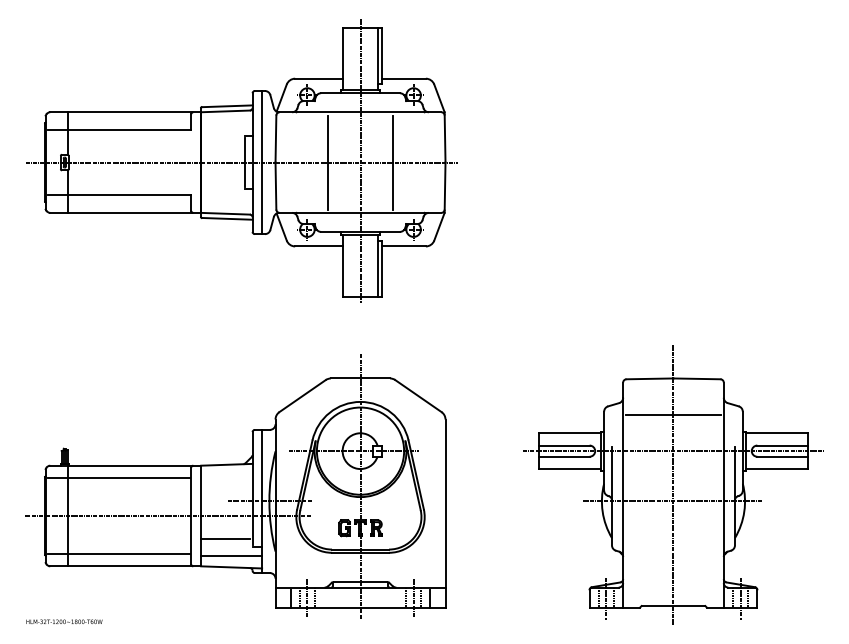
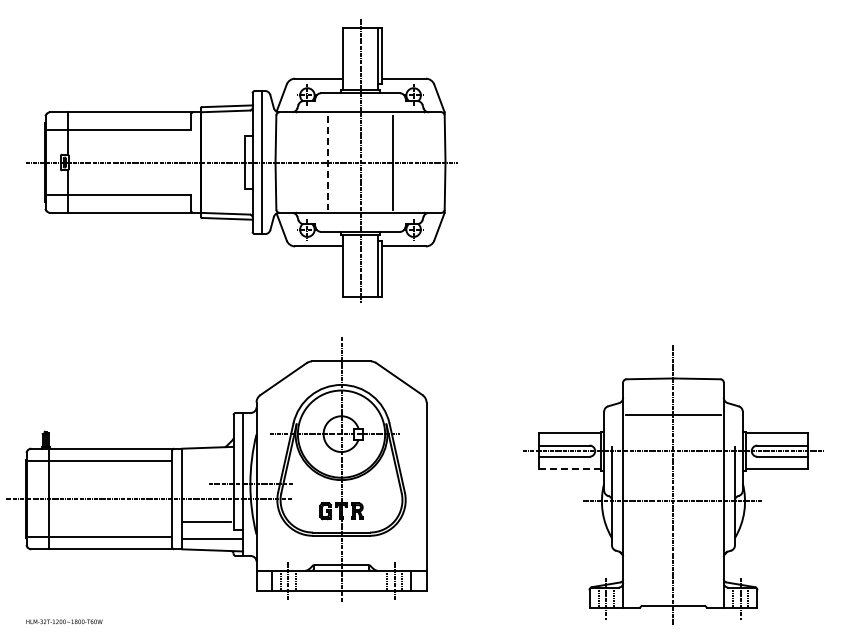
line at (328, 162): solid -> dashed
line at (570, 469): solid -> dashed
part at (235, 486) position: (235, 486) -> (216, 469)
